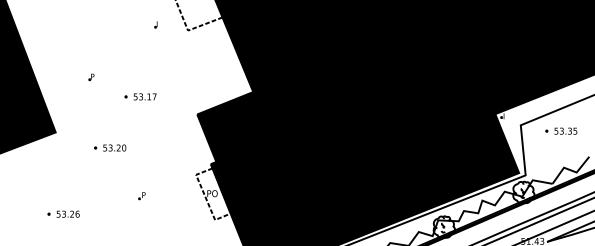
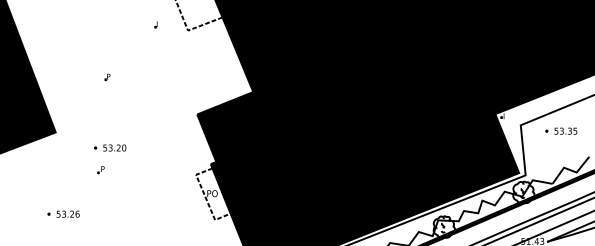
part at (91, 77) position: (91, 77) -> (107, 77)
part at (140, 96): present -> none
part at (141, 196) position: (141, 196) -> (100, 170)
